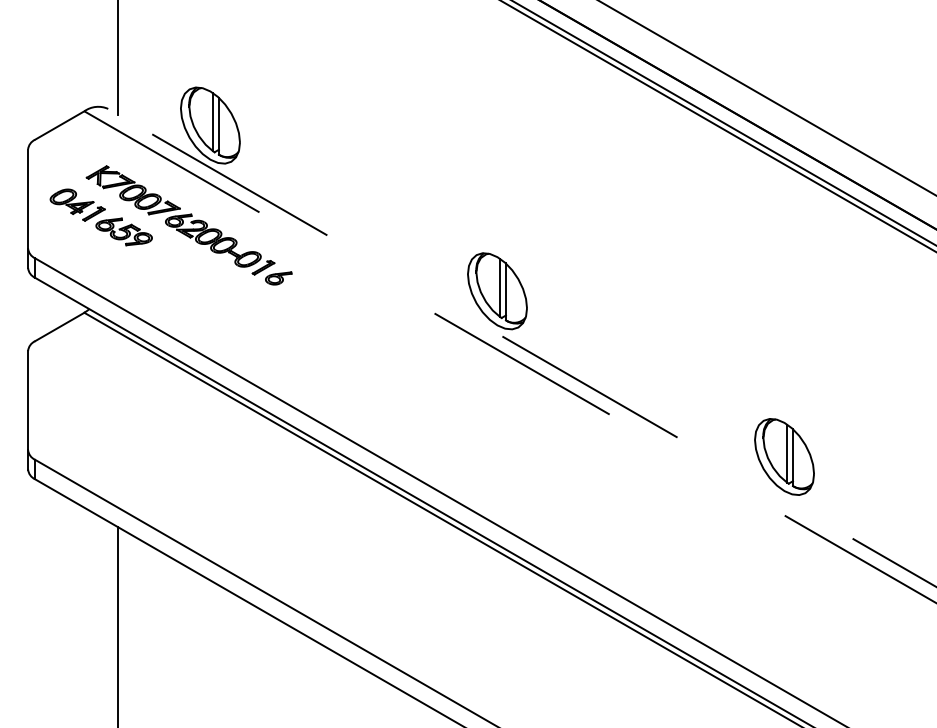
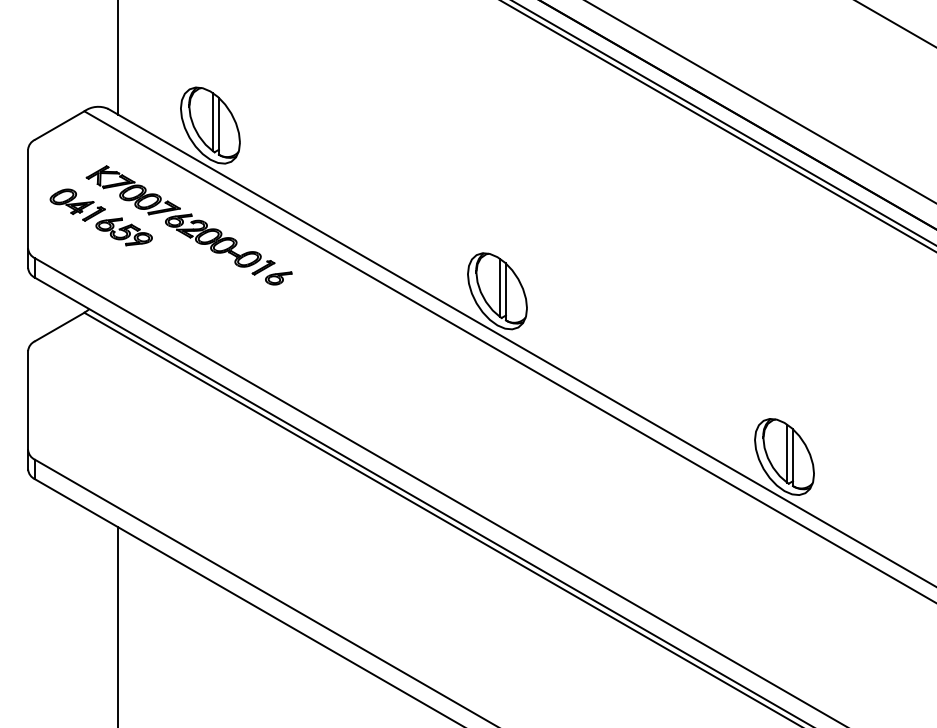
line at (895, 23): none -> present
line at (767, 98) position: (767, 98) -> (760, 101)
line at (522, 347): dashed -> solid
line at (510, 357): dashed -> solid
